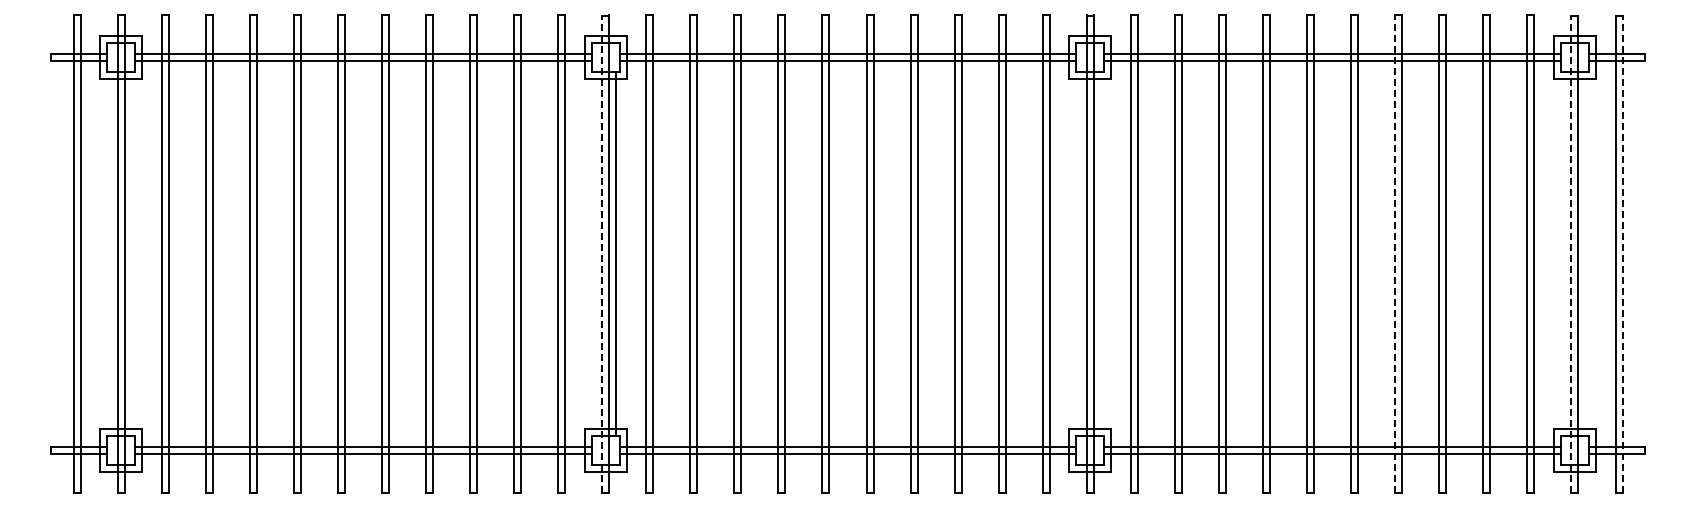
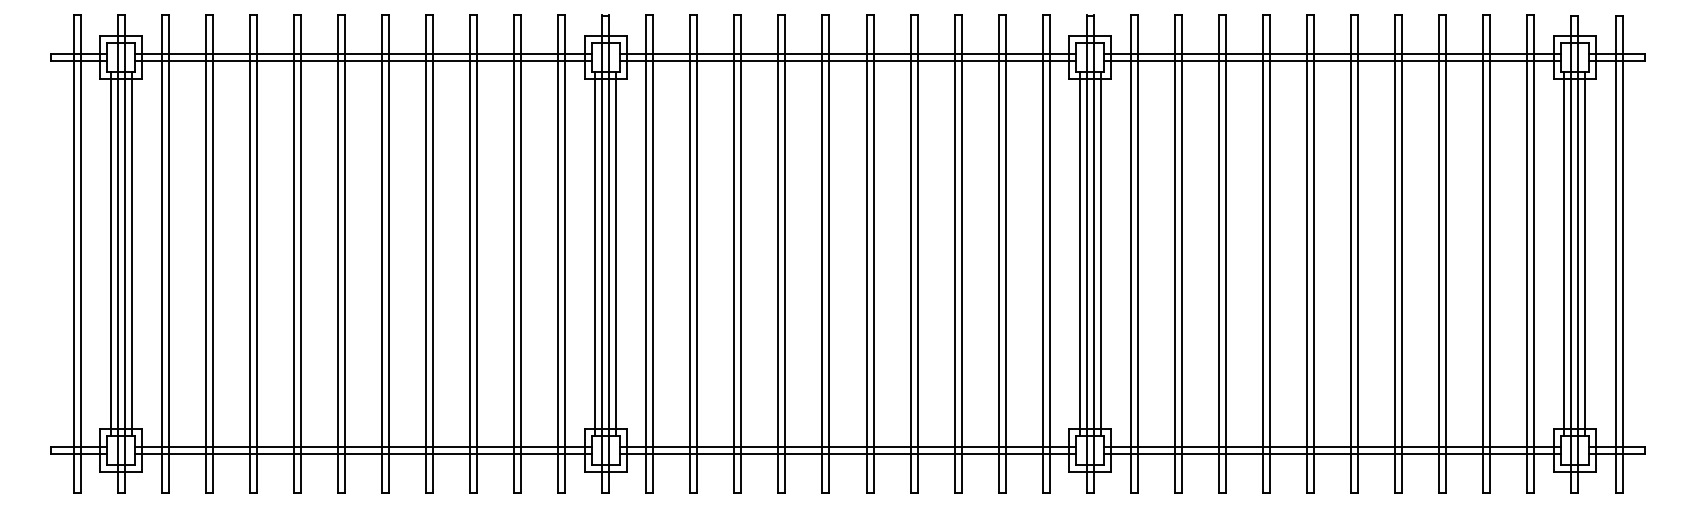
line at (110, 253): none -> present
line at (131, 253): none -> present
line at (595, 253): none -> present
line at (1079, 253): none -> present
line at (1100, 253): none -> present
line at (1564, 253): none -> present
line at (1585, 253): none -> present
line at (602, 254): dashed -> solid
line at (1395, 254): dashed -> solid
line at (1571, 254): dashed -> solid
line at (1622, 254): dashed -> solid
